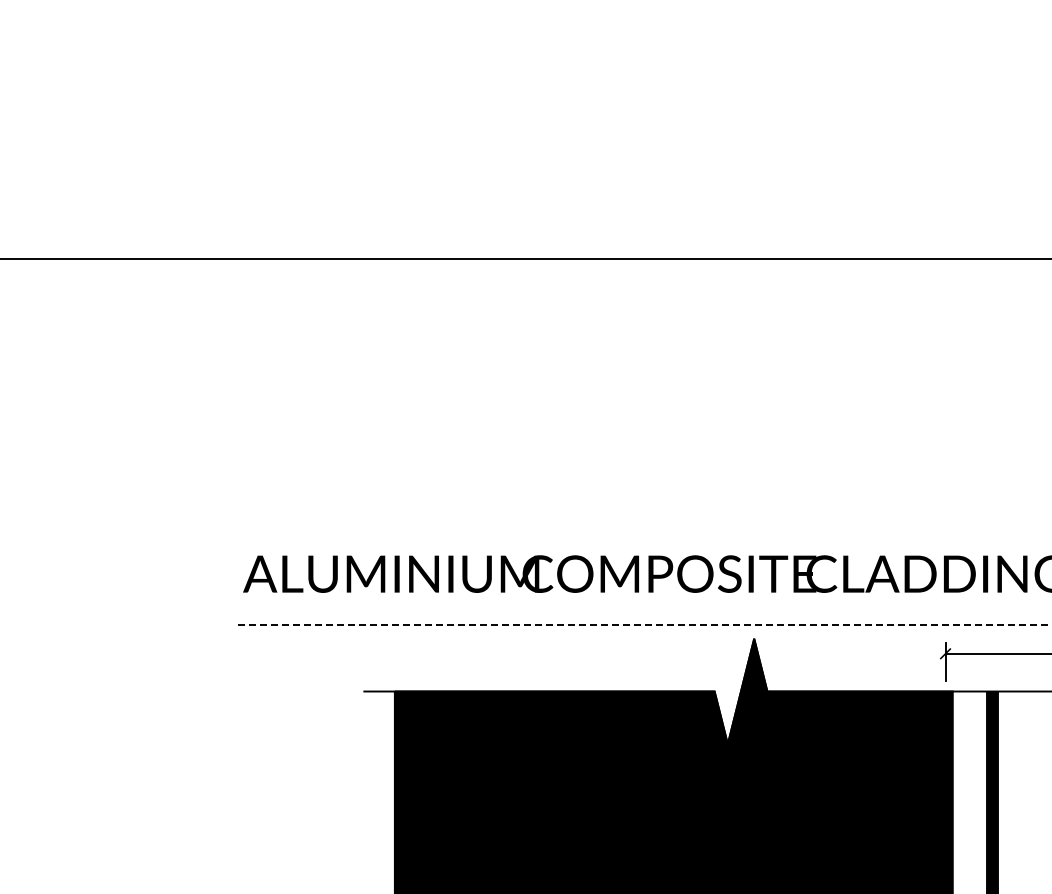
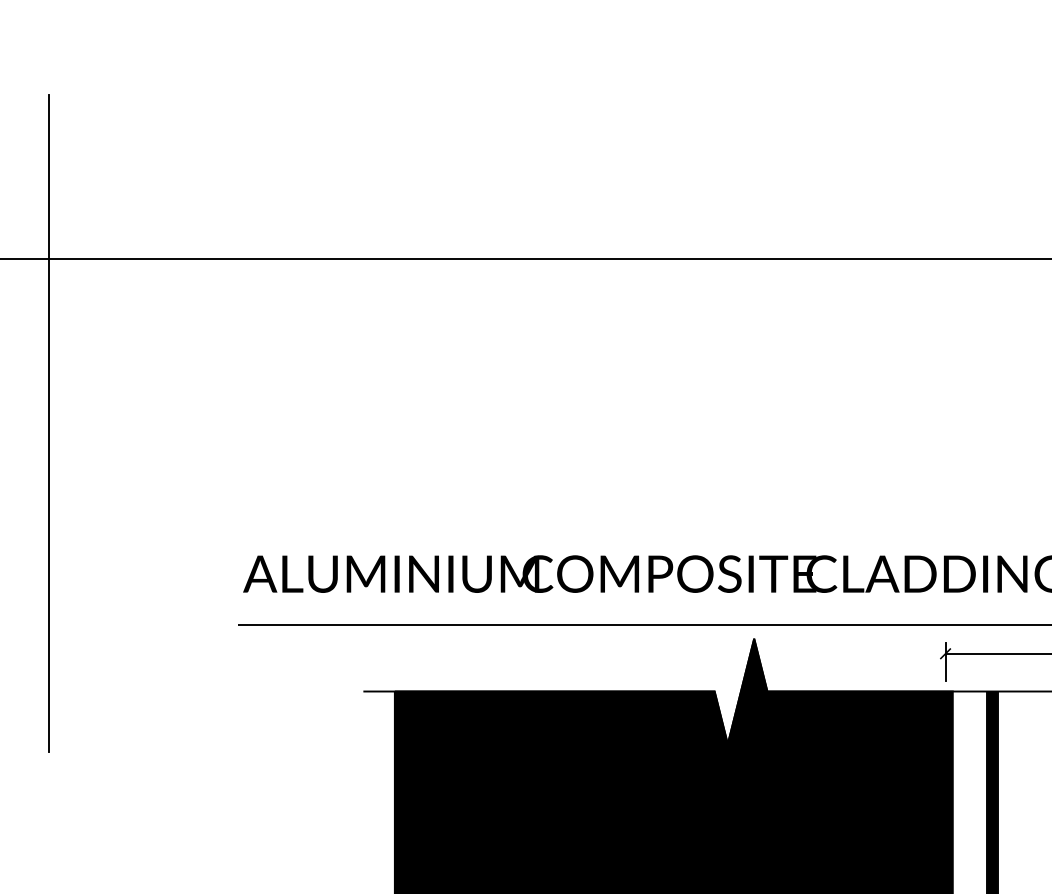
line at (48, 422): none -> present
line at (645, 625): dashed -> solid
